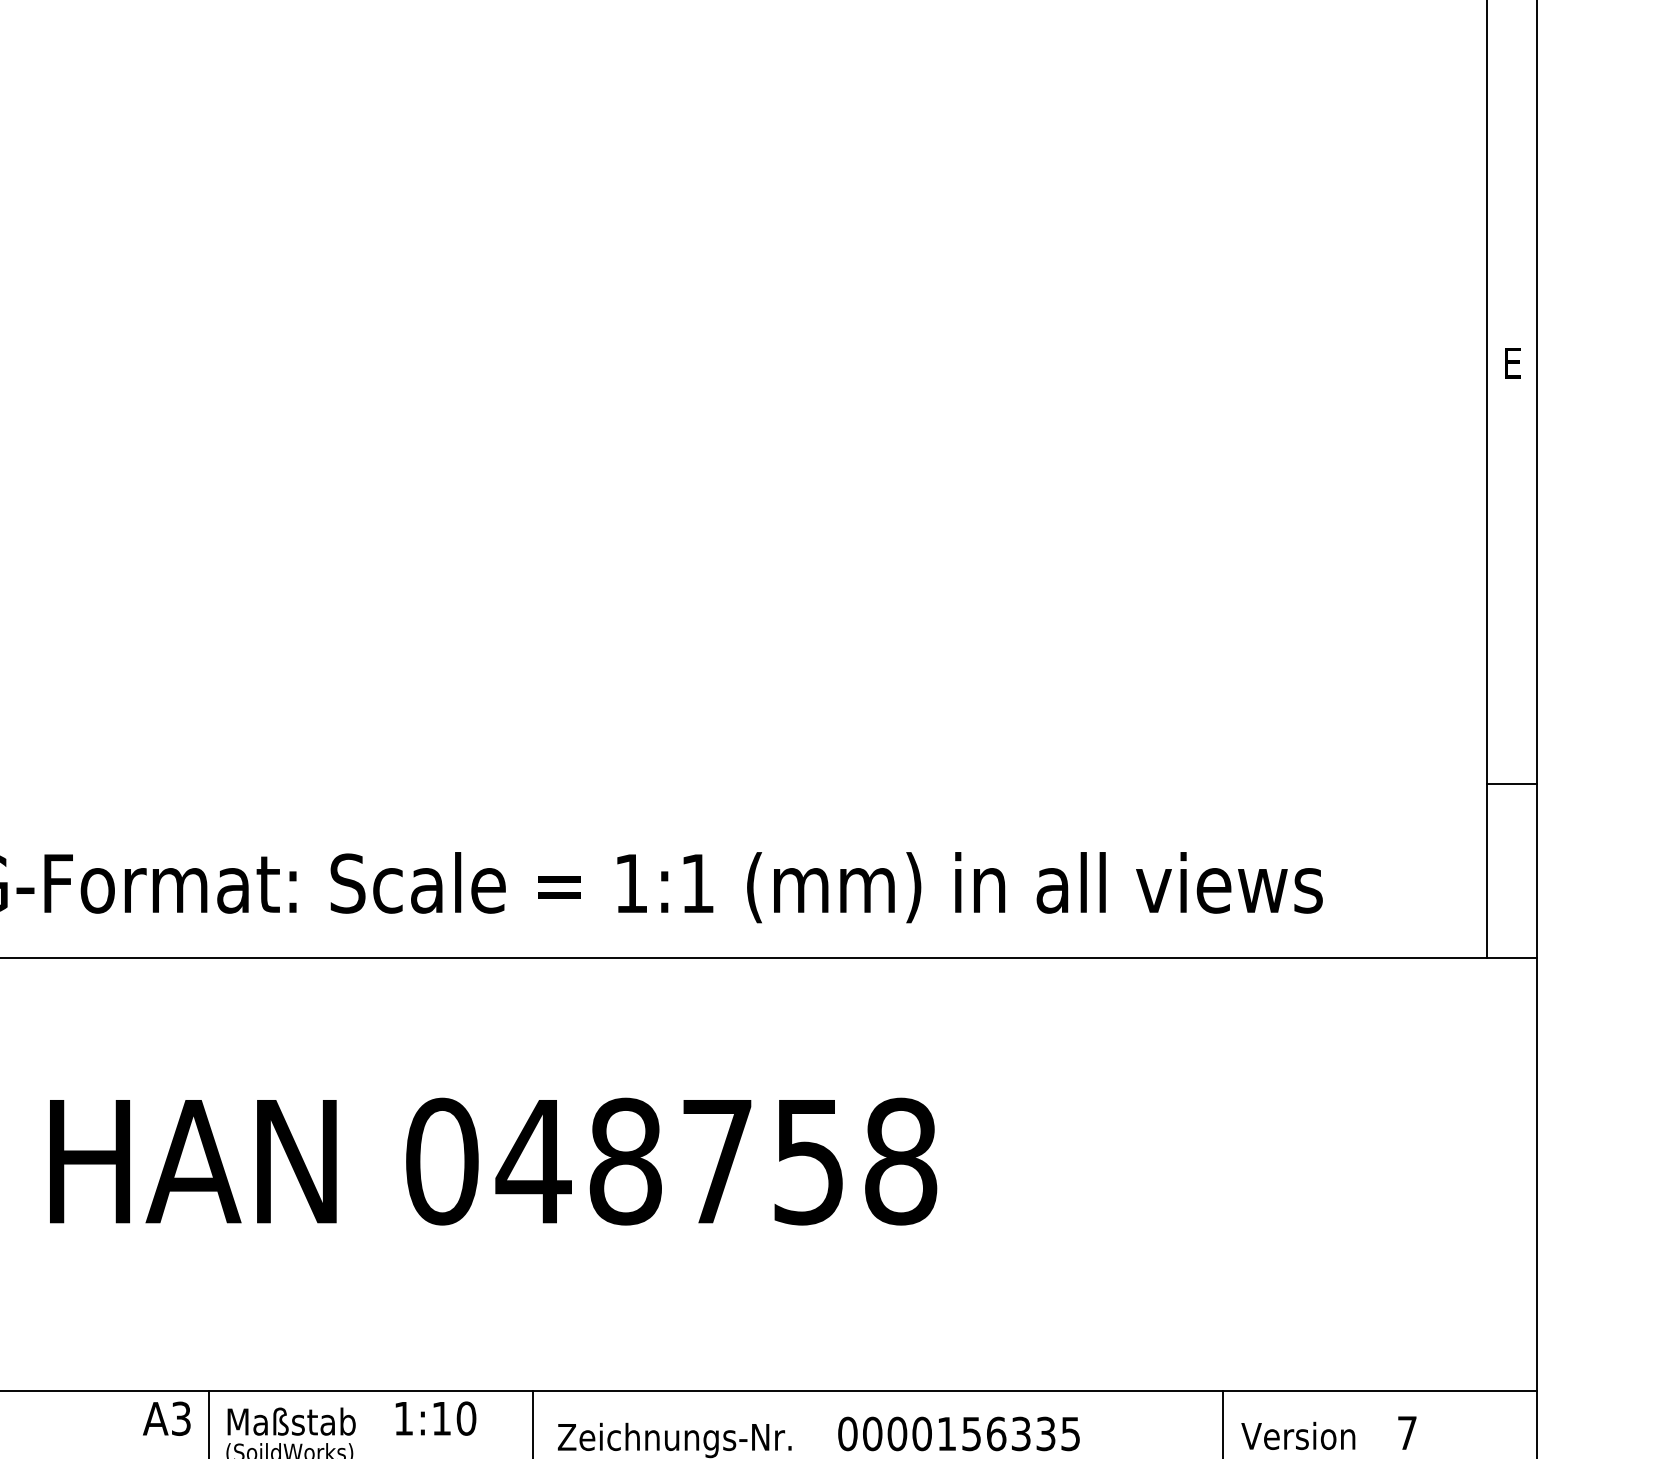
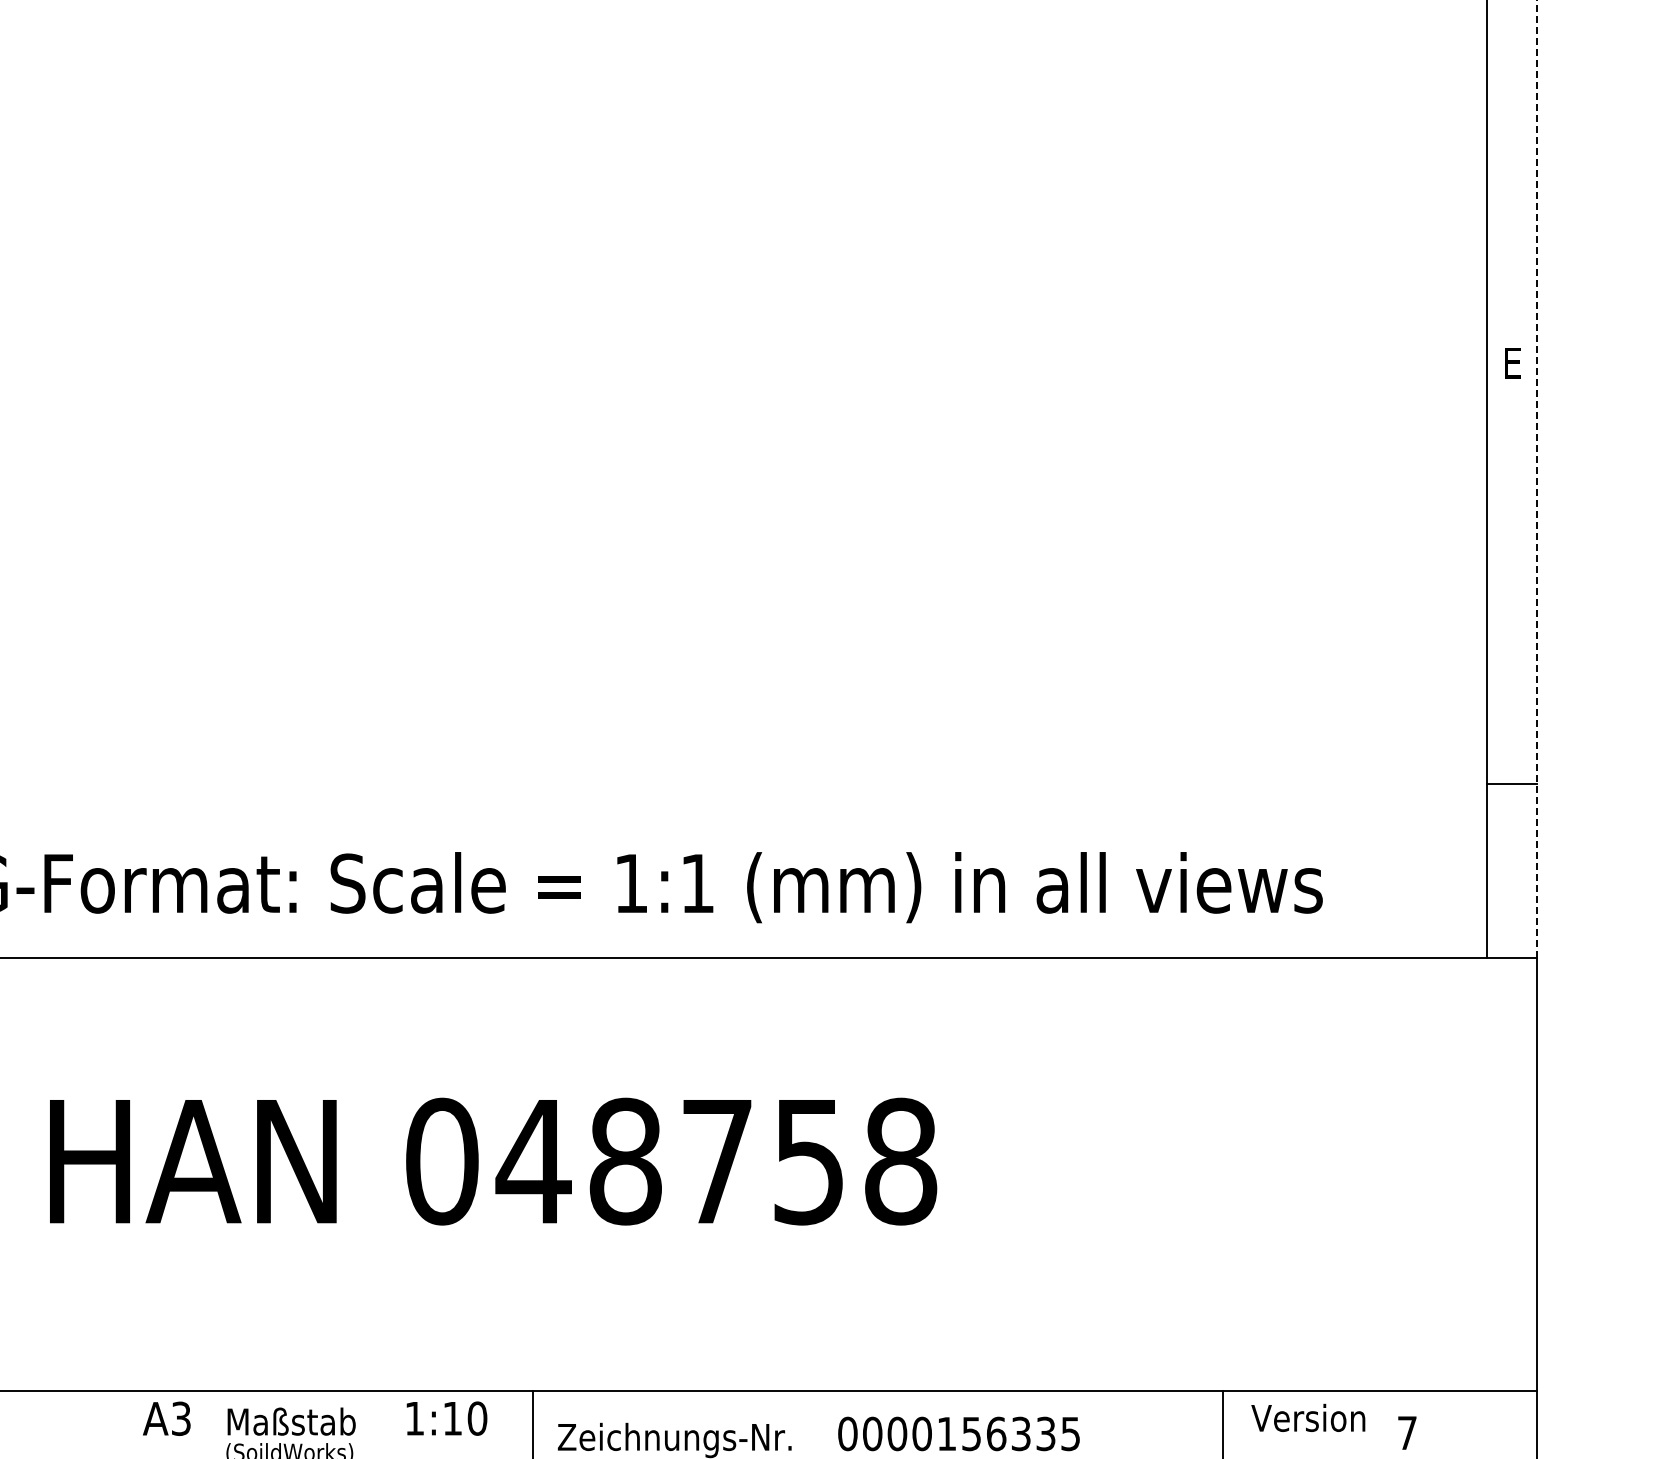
line at (1536, 479): solid -> dashed
text at (435, 1418) position: (435, 1418) -> (446, 1418)
line at (208, 1423): present -> none
text at (1298, 1435) position: (1298, 1435) -> (1308, 1417)
